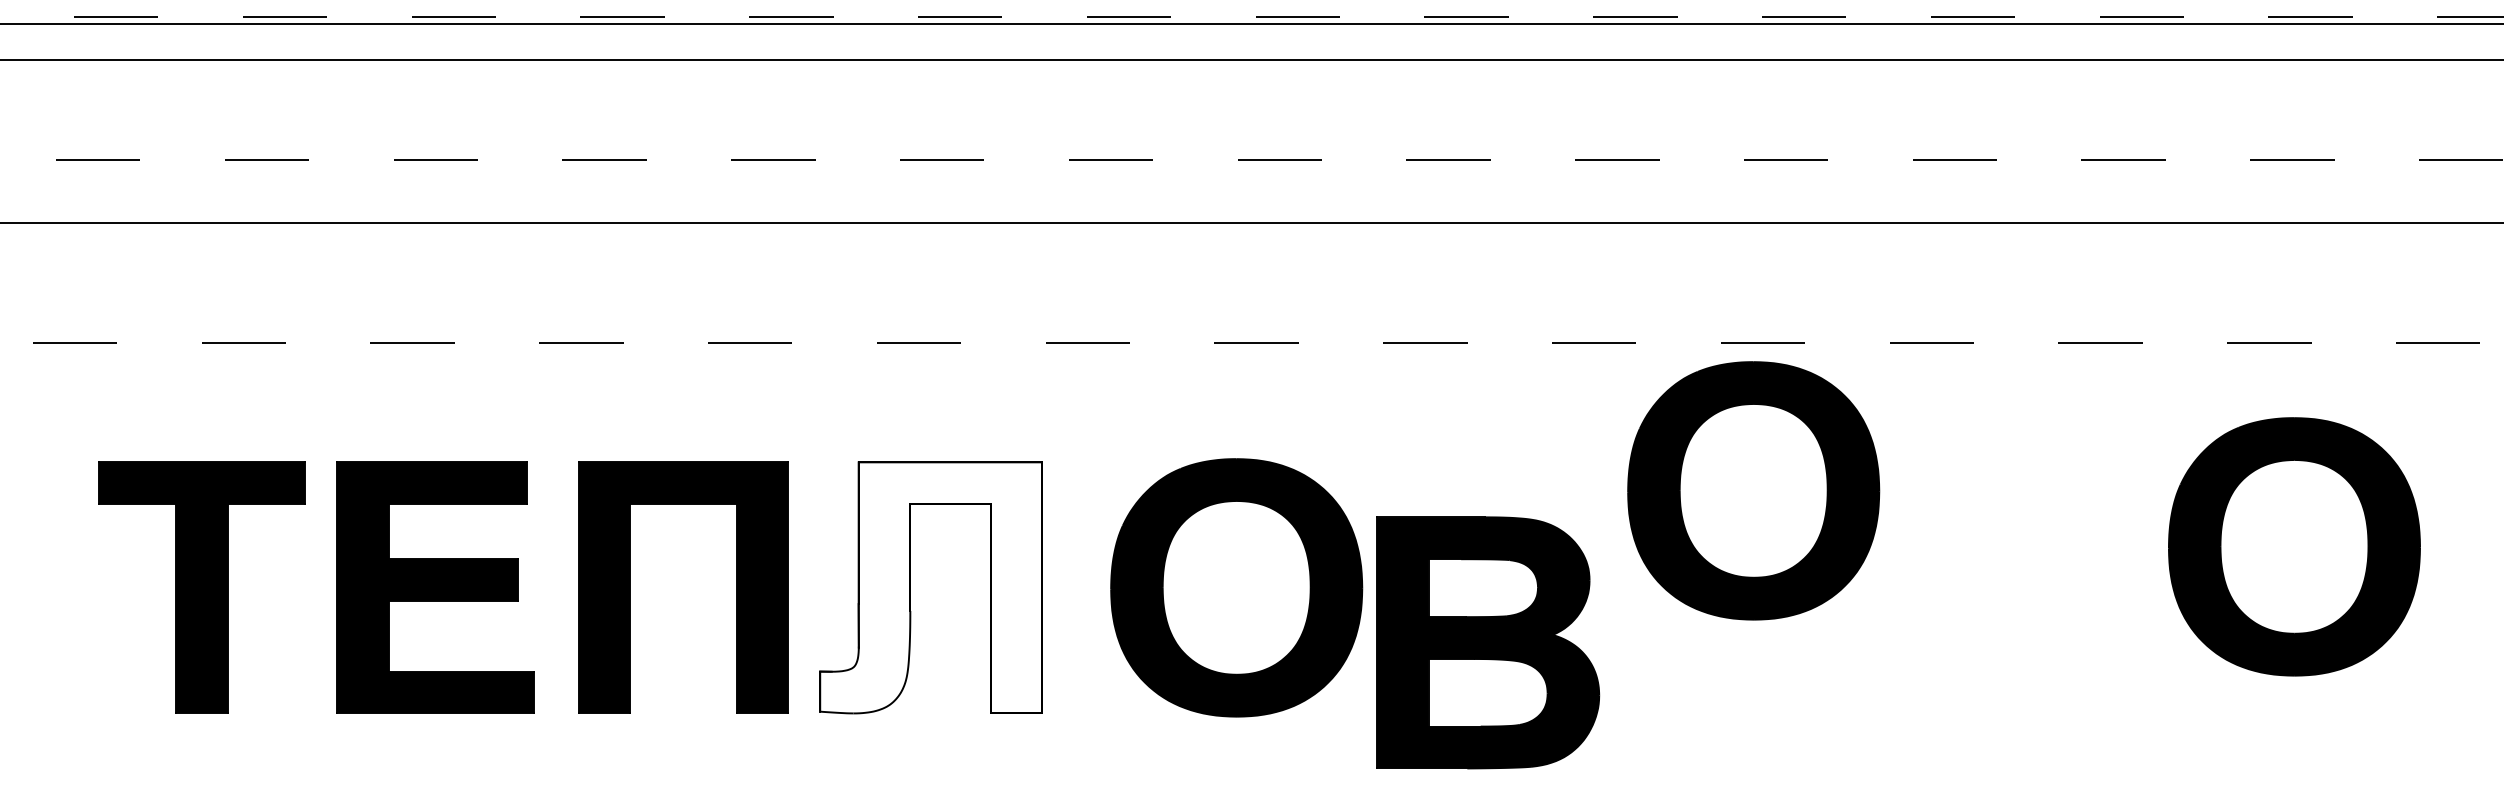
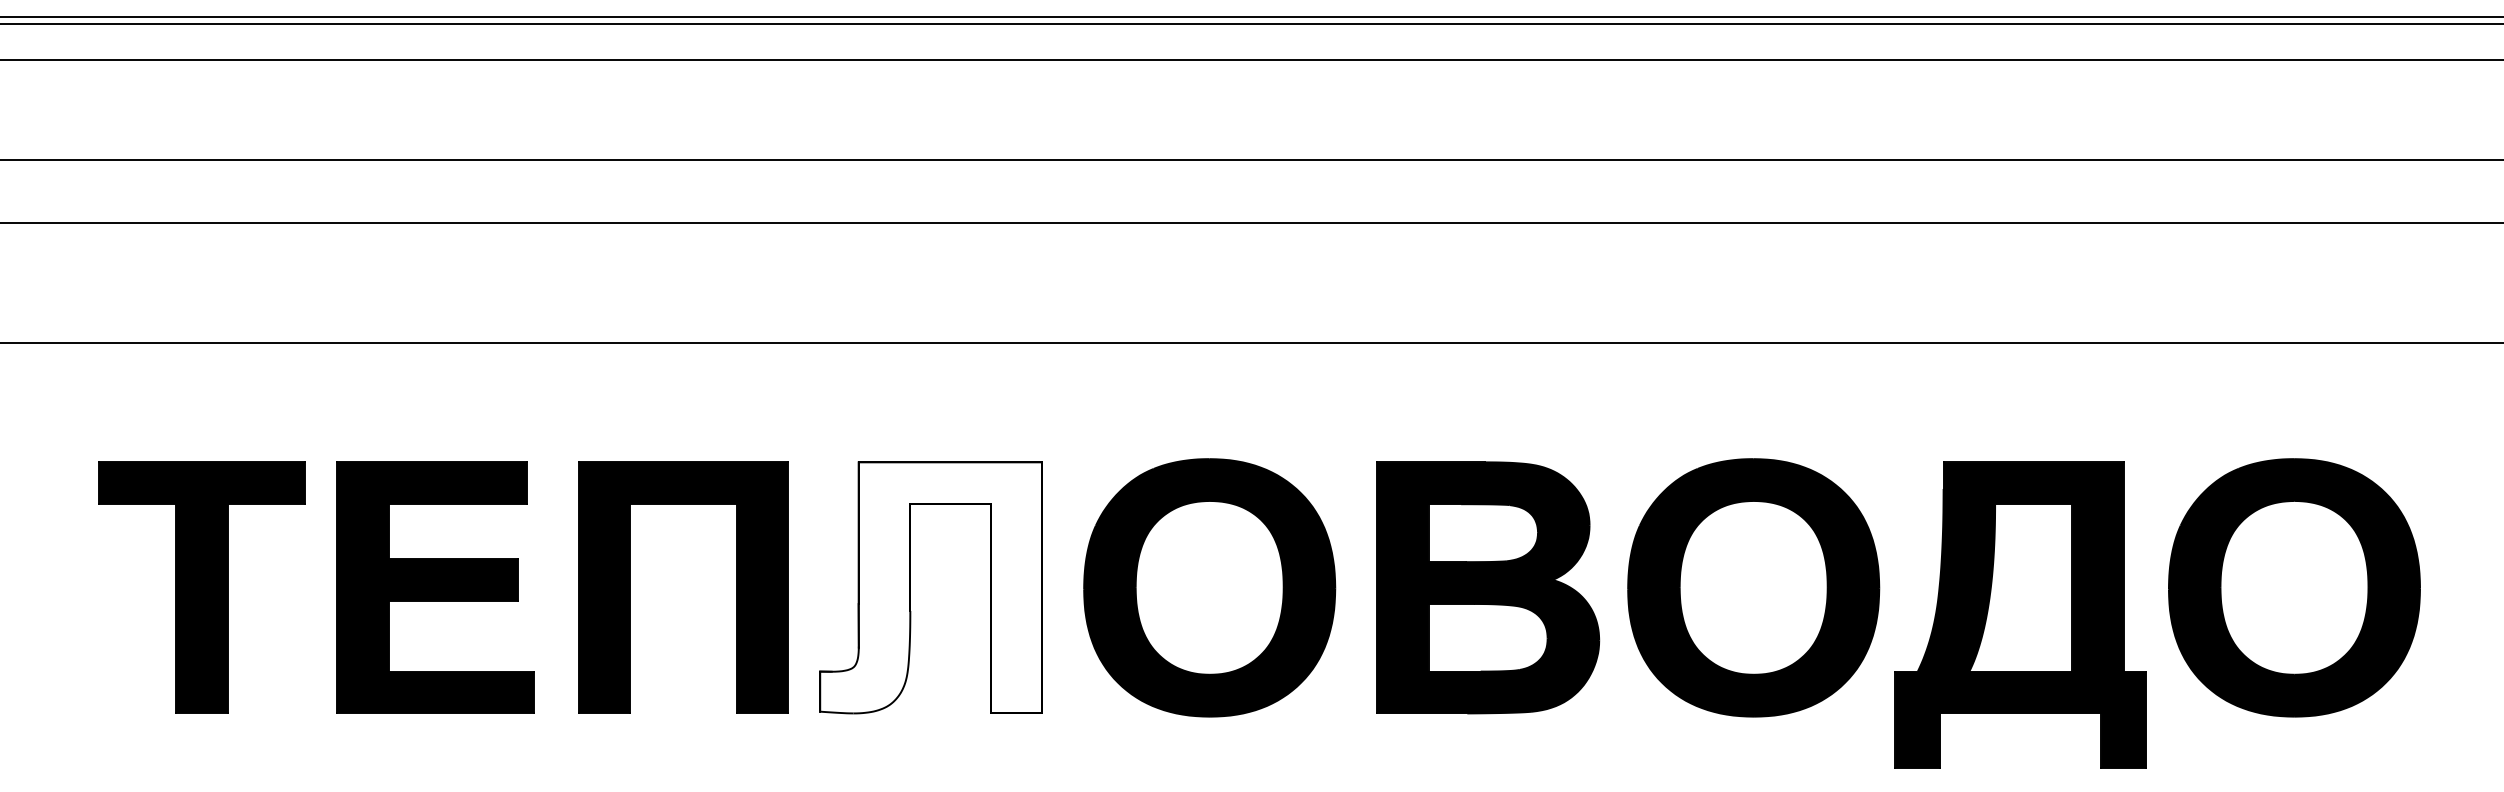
line at (1250, 17): dashed -> solid
line at (1251, 159): dashed -> solid
line at (1252, 343): dashed -> solid
part at (1753, 490) position: (1753, 490) -> (1753, 587)
part at (2294, 546) position: (2294, 546) -> (2294, 587)
part at (1236, 587) position: (1236, 587) -> (1209, 587)
part at (2020, 614): none -> present
part at (1488, 642) position: (1488, 642) -> (1488, 587)
